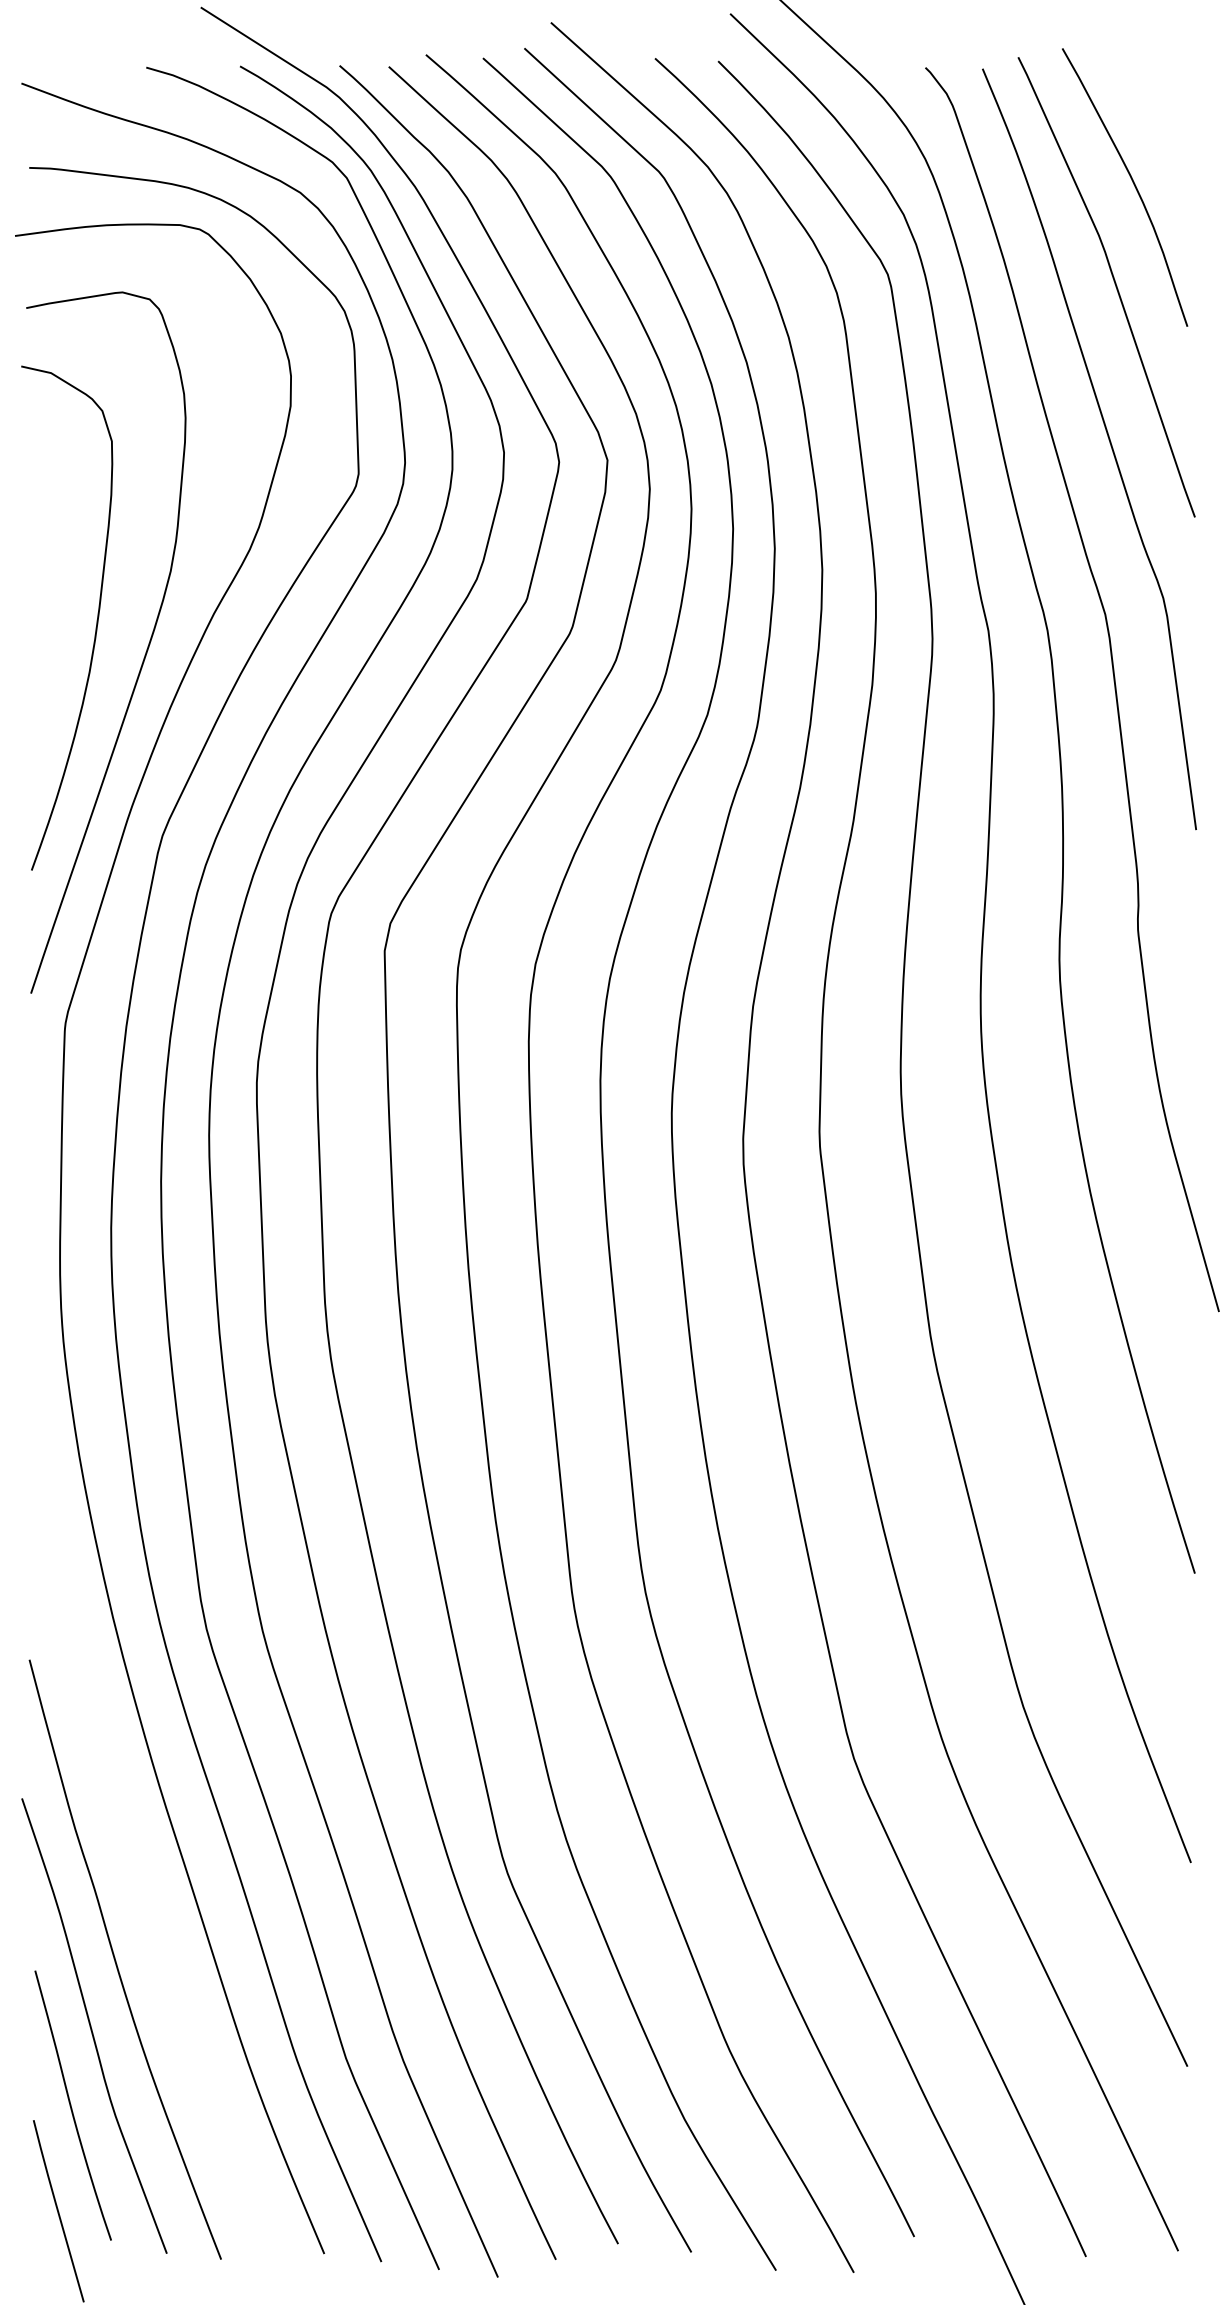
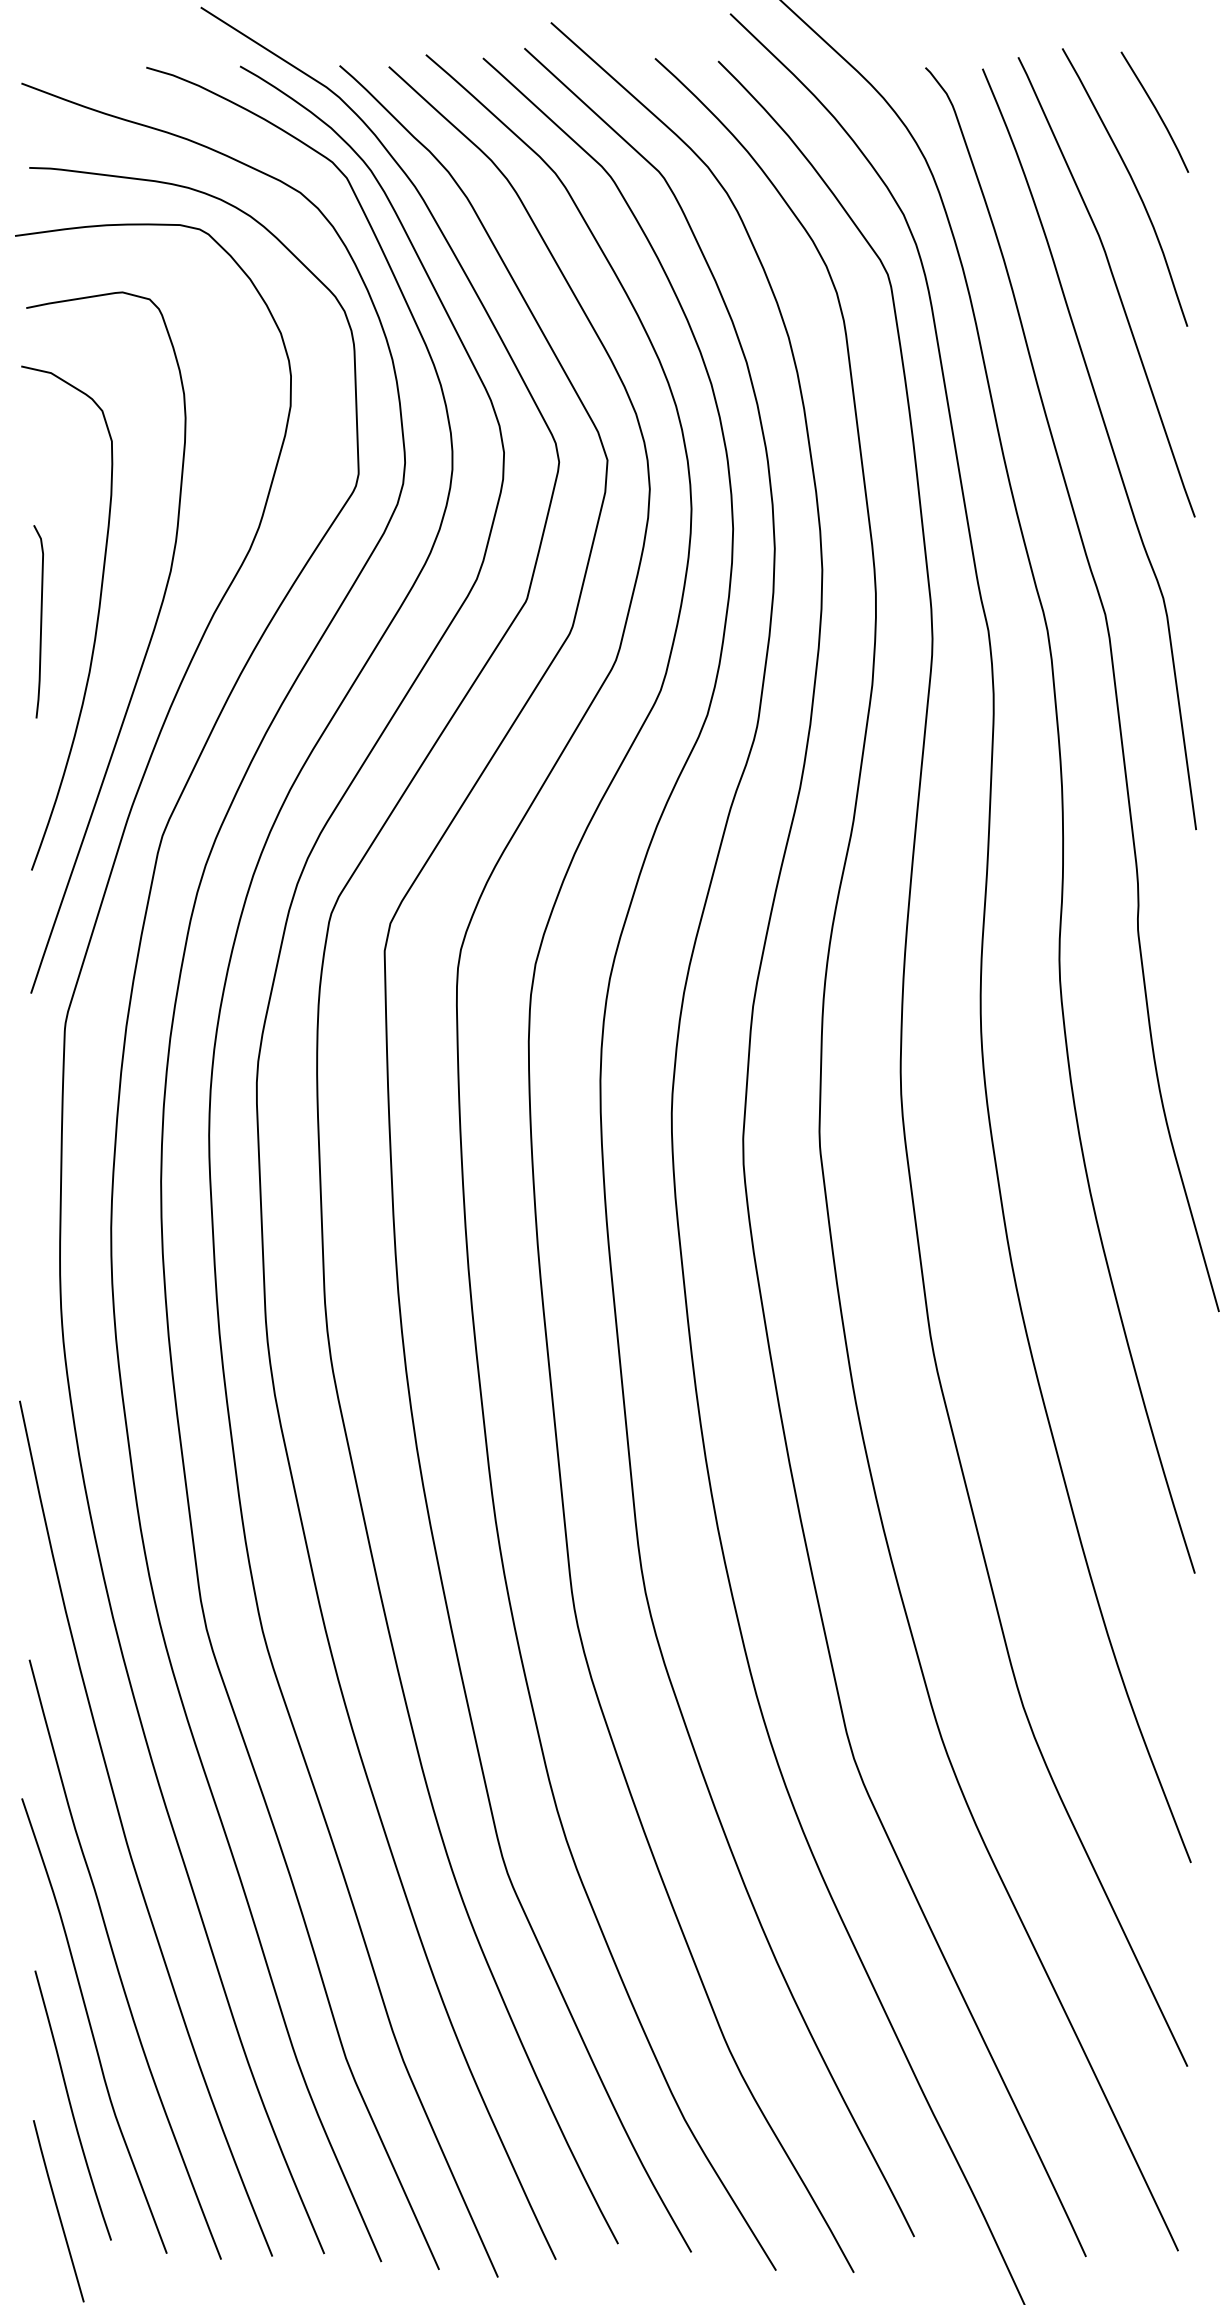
curve at (1155, 110): none -> present
curve at (40, 621): none -> present
curve at (125, 1833): none -> present
